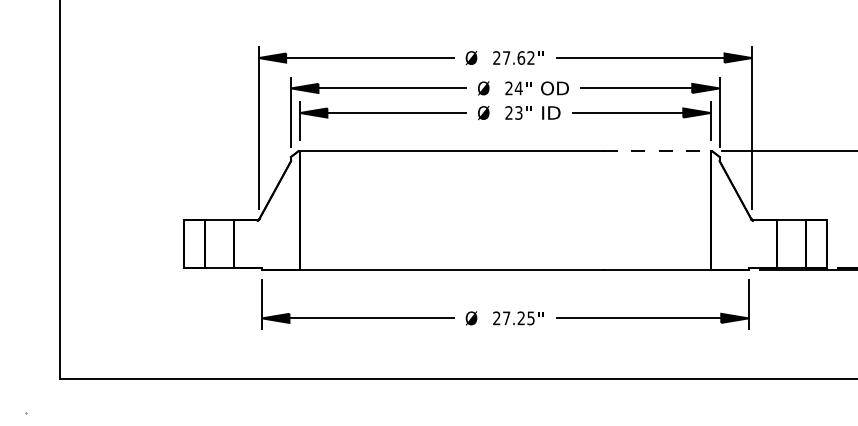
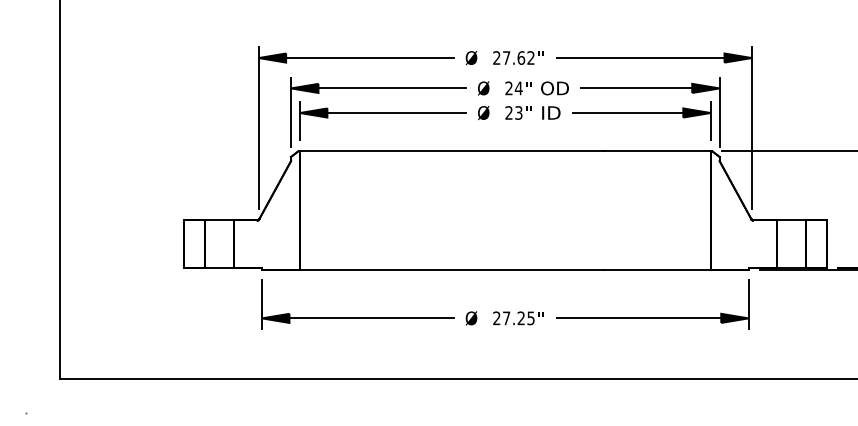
line at (657, 151): dashed -> solid
